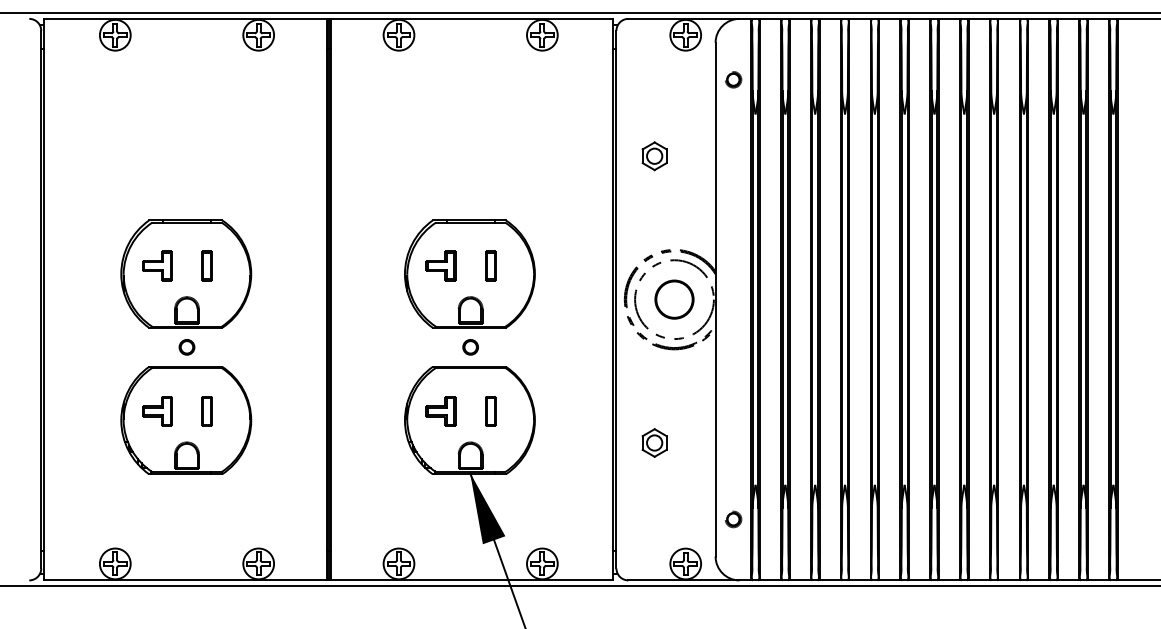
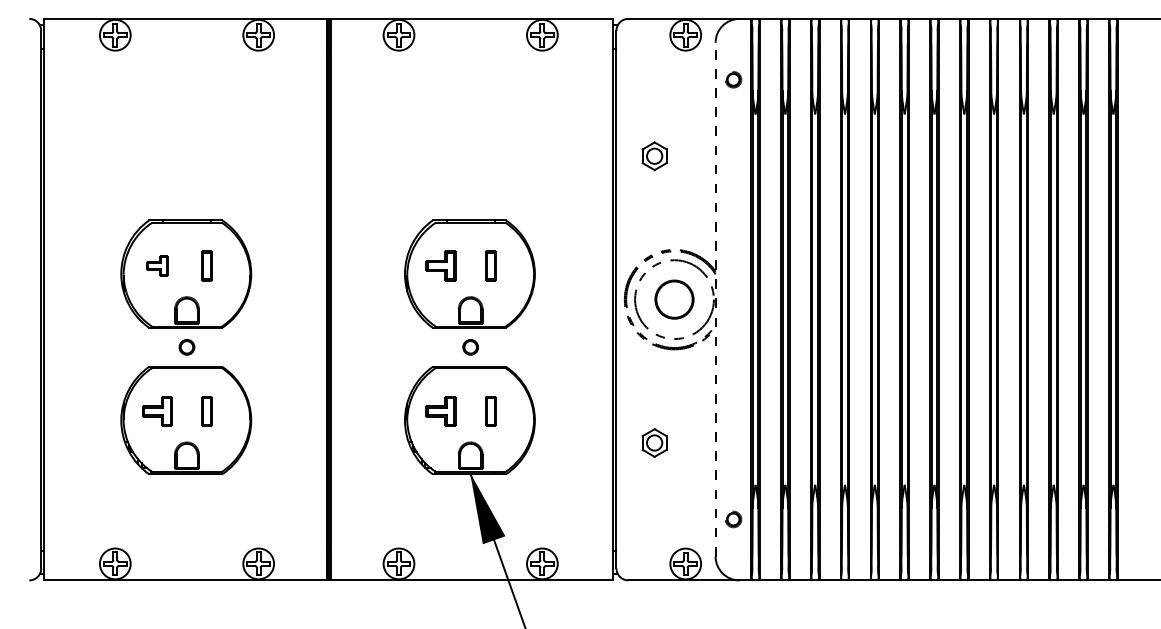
line at (579, 12): present -> none
part at (157, 265) size: 31x32 px -> 23x22 px
line at (715, 299): solid -> dashed
line at (579, 586): present -> none
